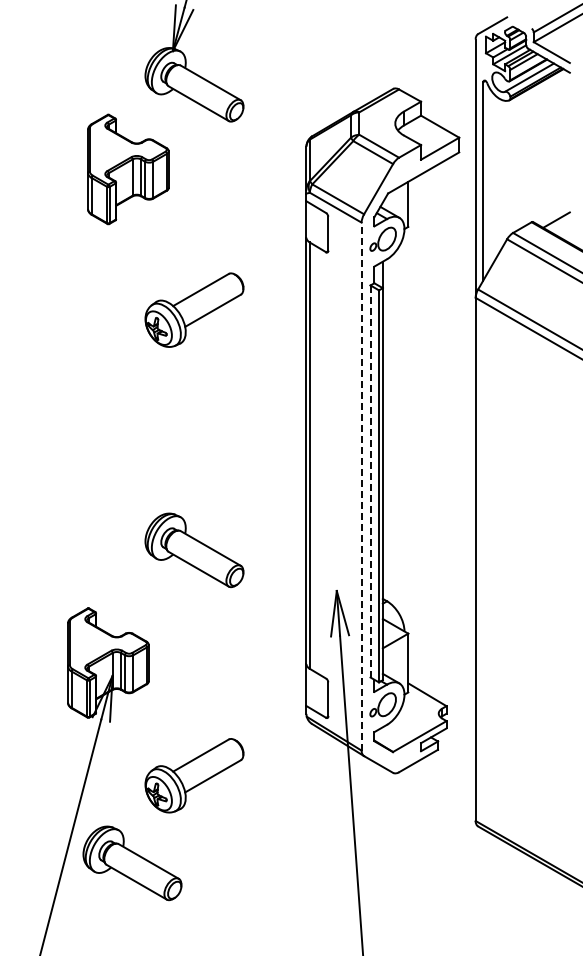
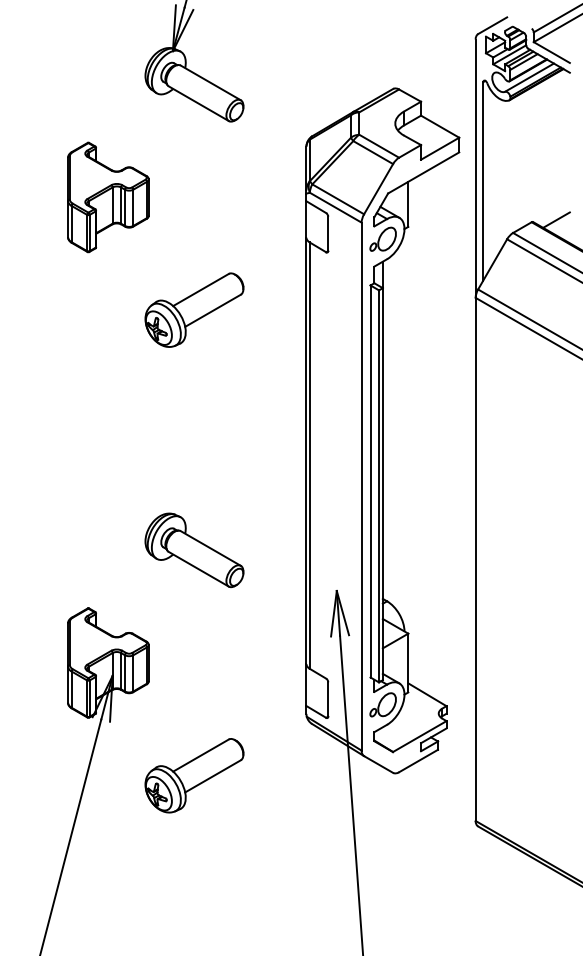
part at (128, 169) position: (128, 169) -> (108, 197)
line at (370, 481): dashed -> solid
line at (361, 486): dashed -> solid
part at (132, 863): present -> none
